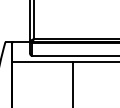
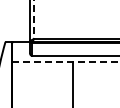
line at (34, 20): solid -> dashed
line at (65, 61): solid -> dashed
